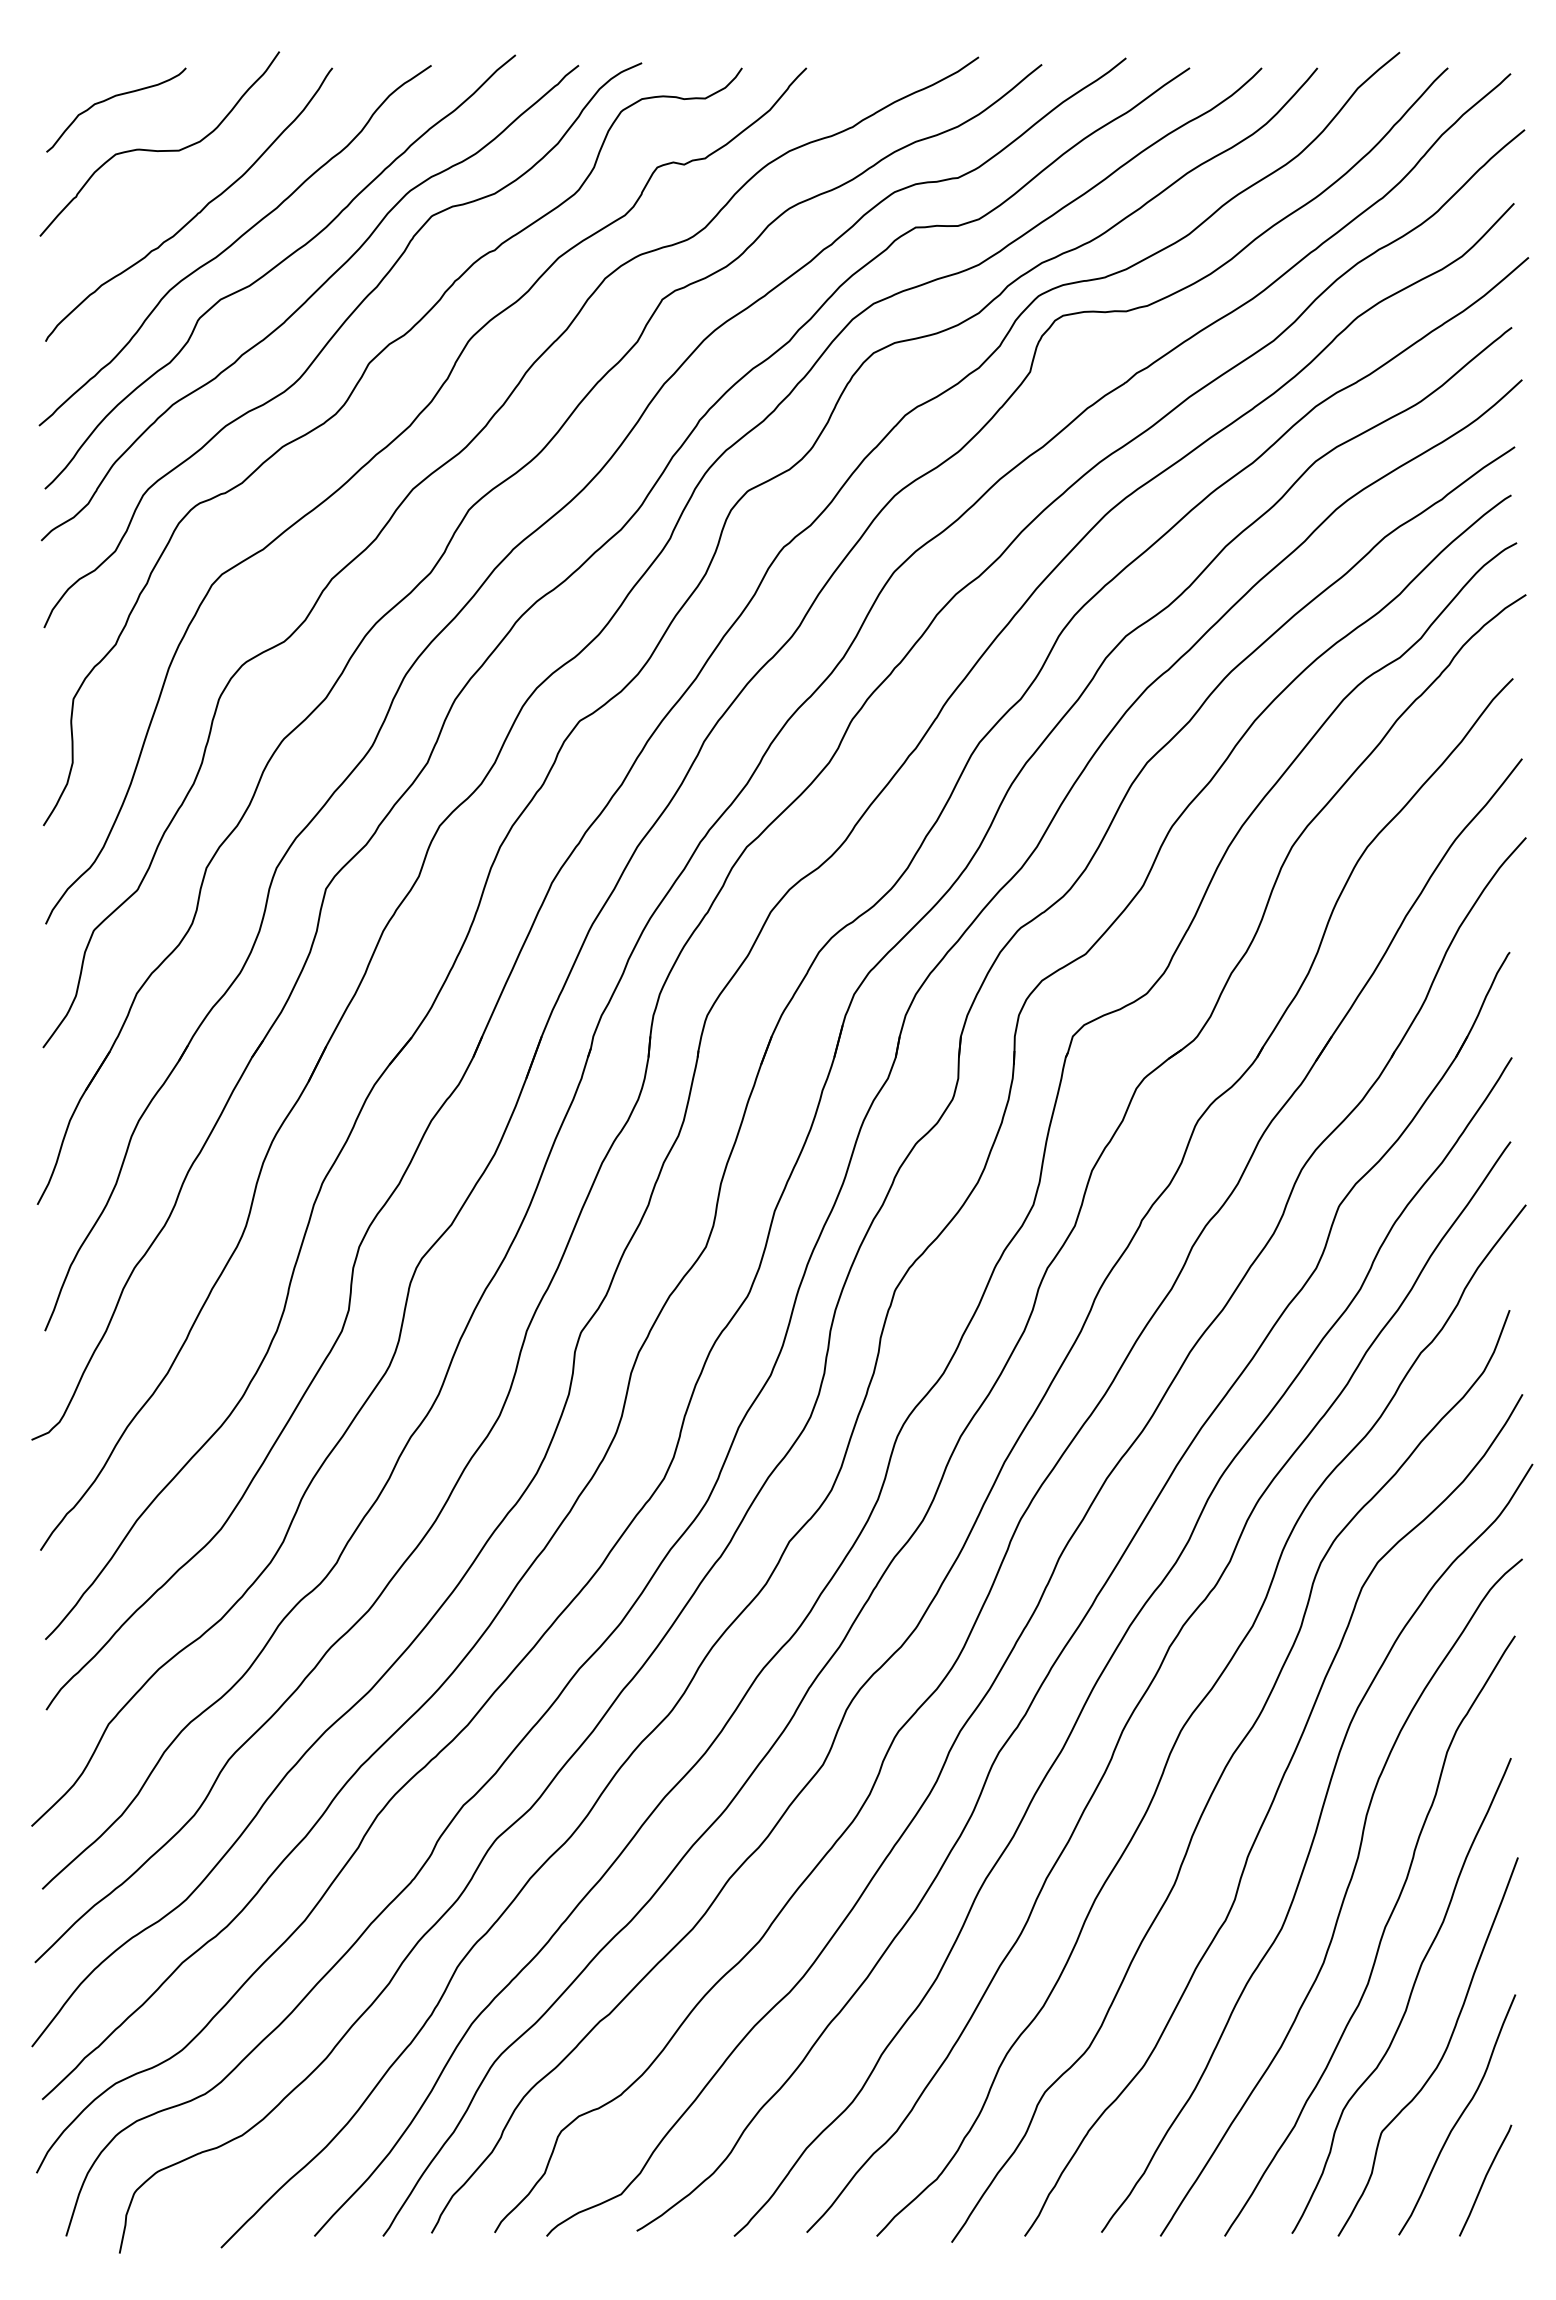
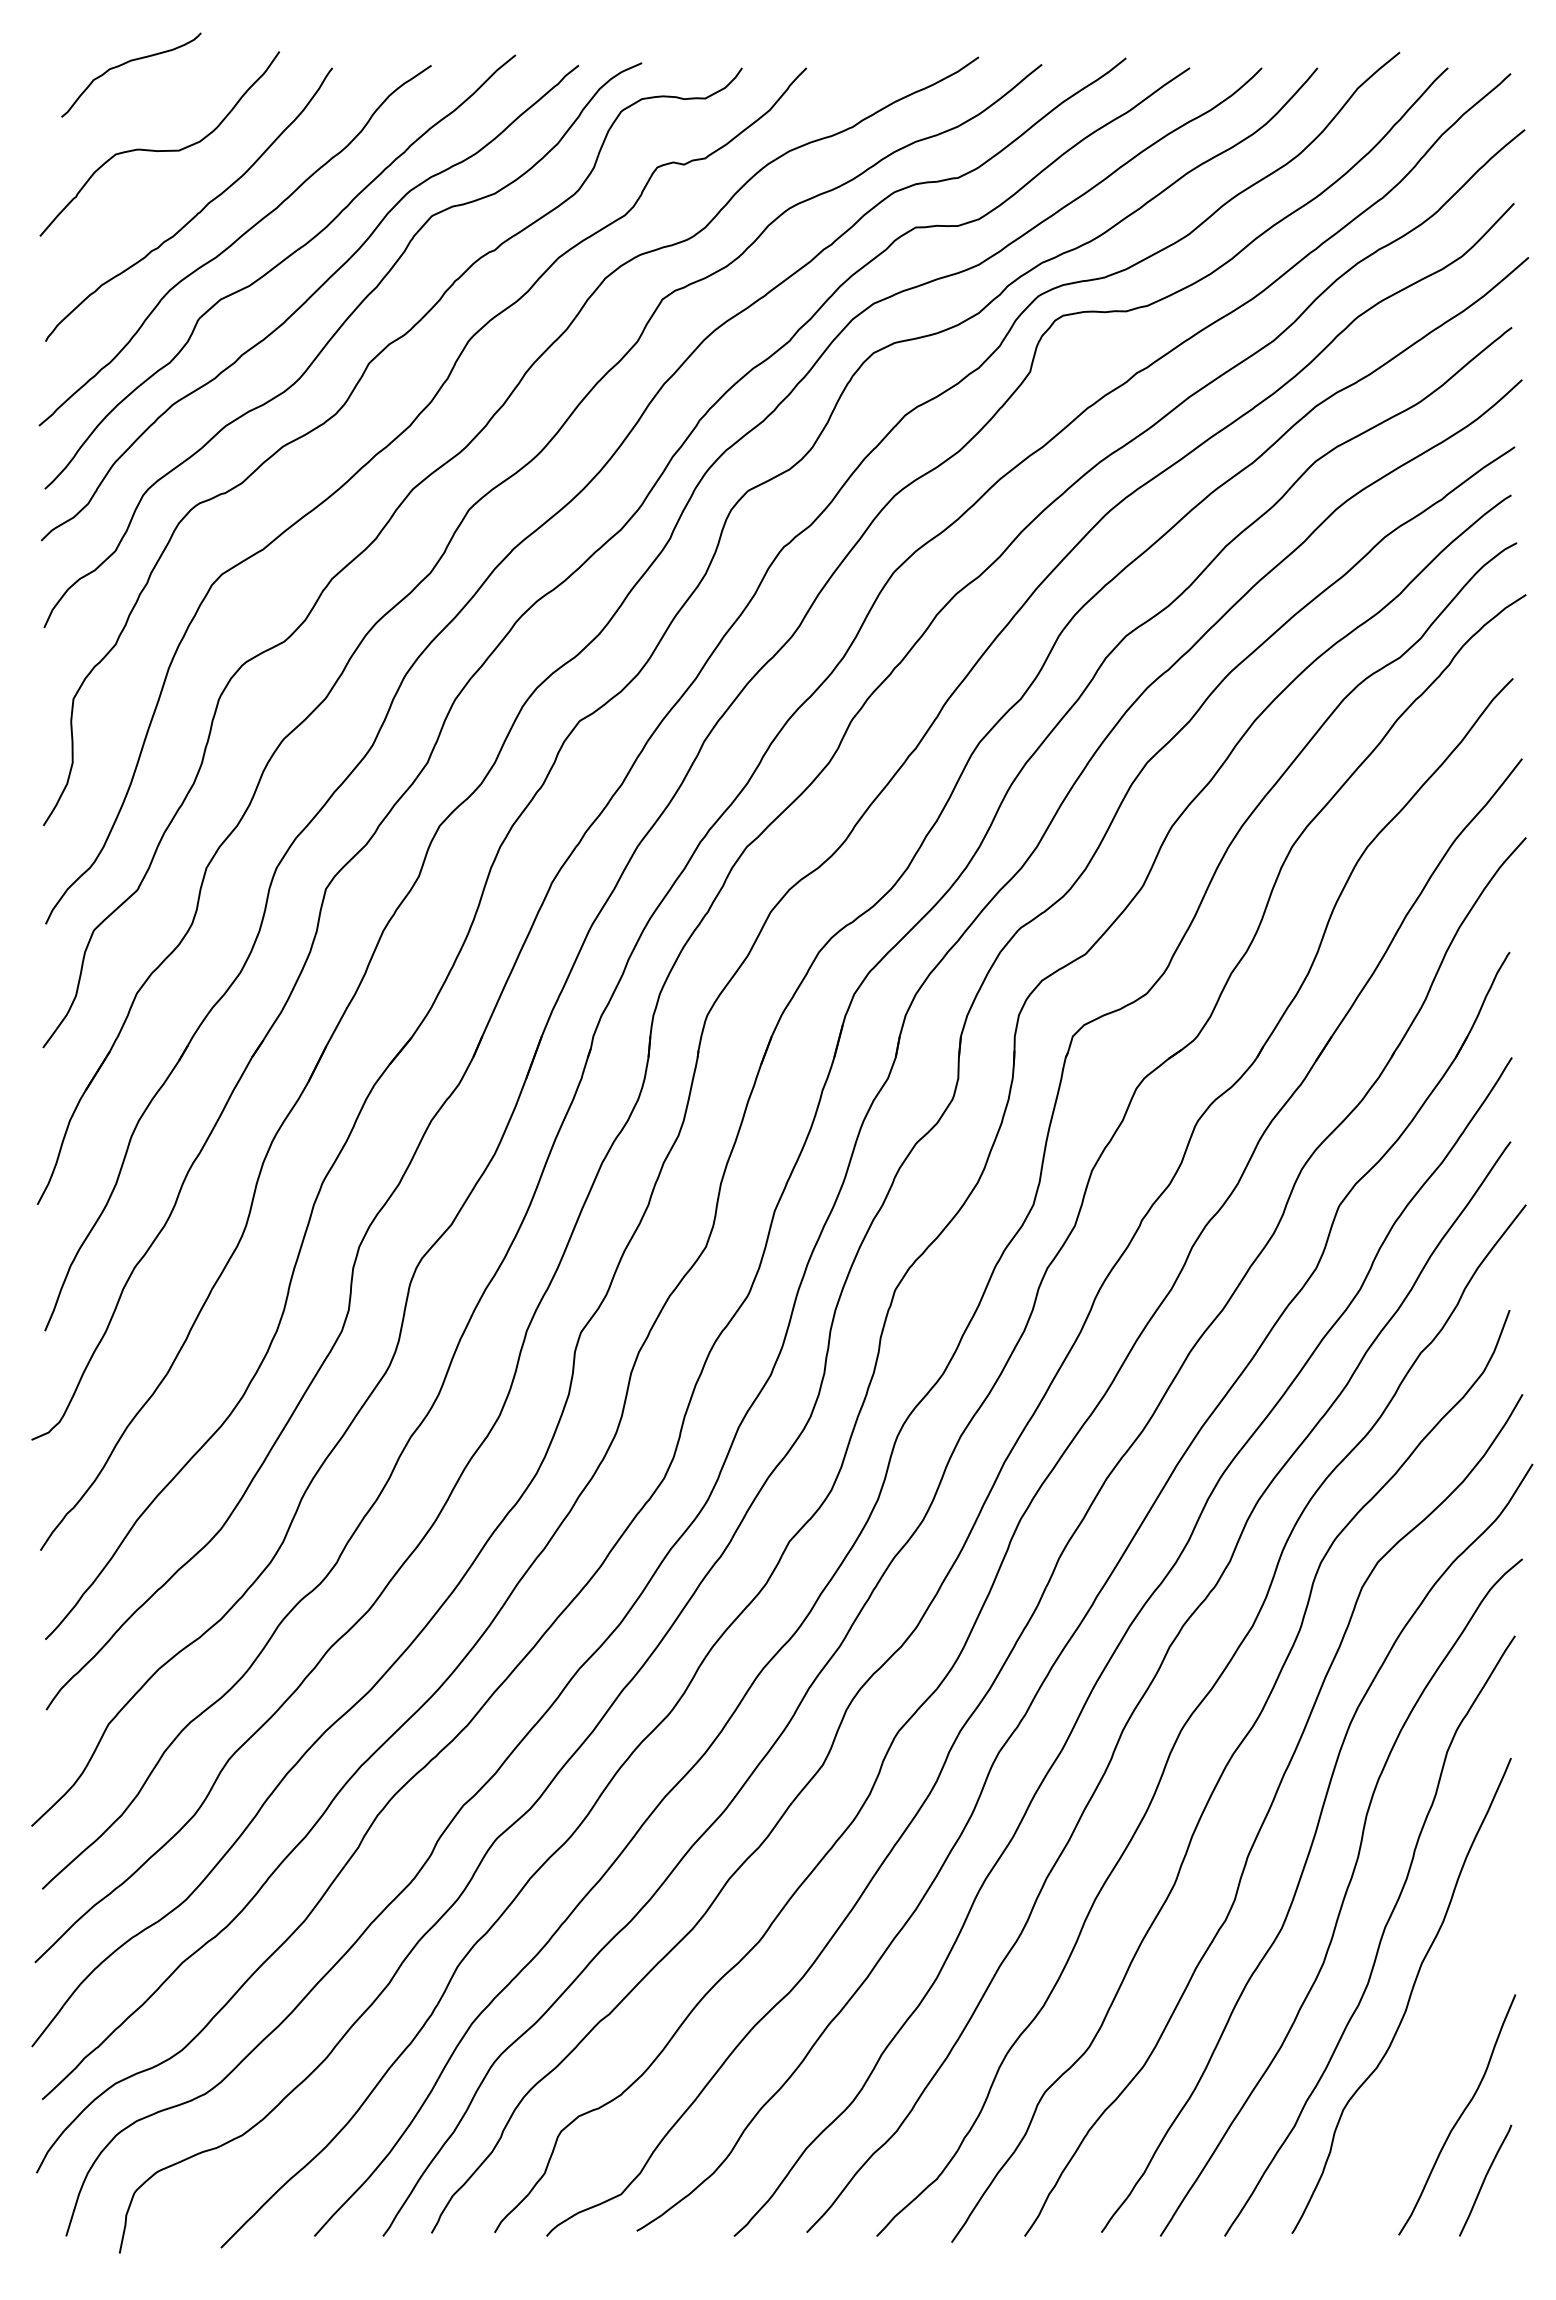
curve at (110, 99) position: (110, 99) -> (125, 64)
curve at (1442, 2054): present -> none
